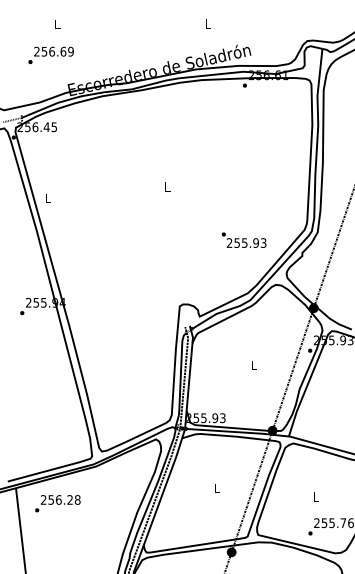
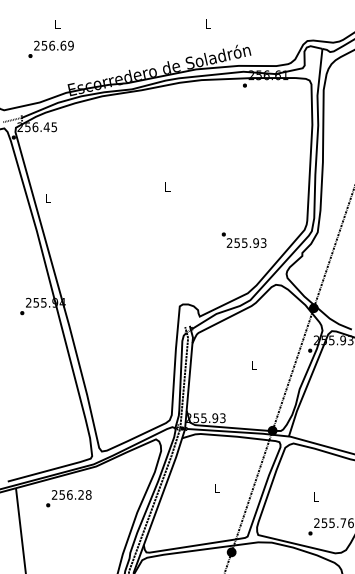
text at (50, 54) position: (50, 54) -> (50, 48)
text at (57, 503) position: (57, 503) -> (68, 498)
